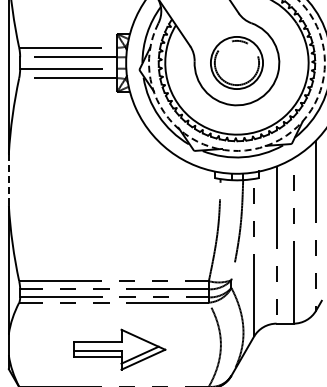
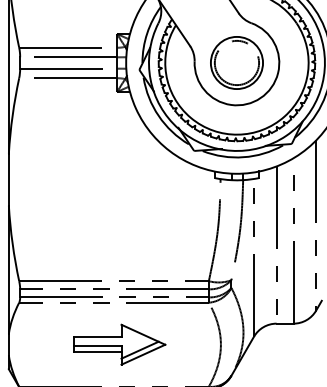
arc at (251, 149): dashed -> solid
line at (8, 180): dashed -> solid
part at (119, 349) position: (119, 349) -> (119, 344)
